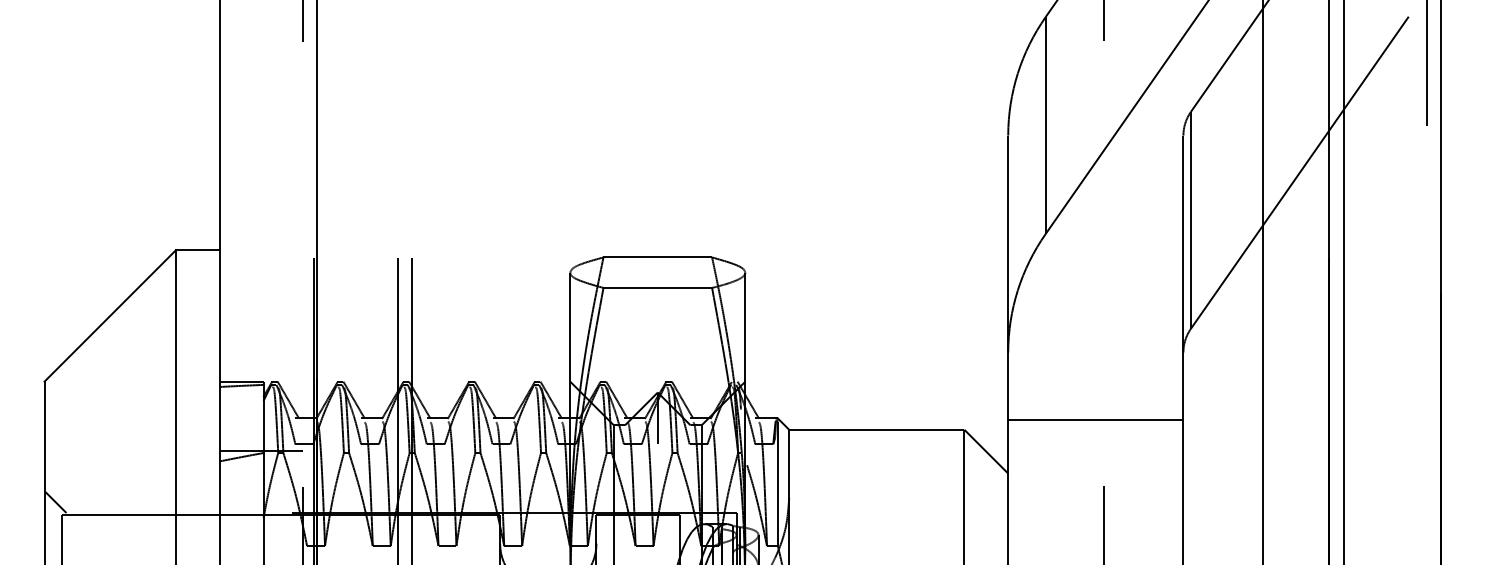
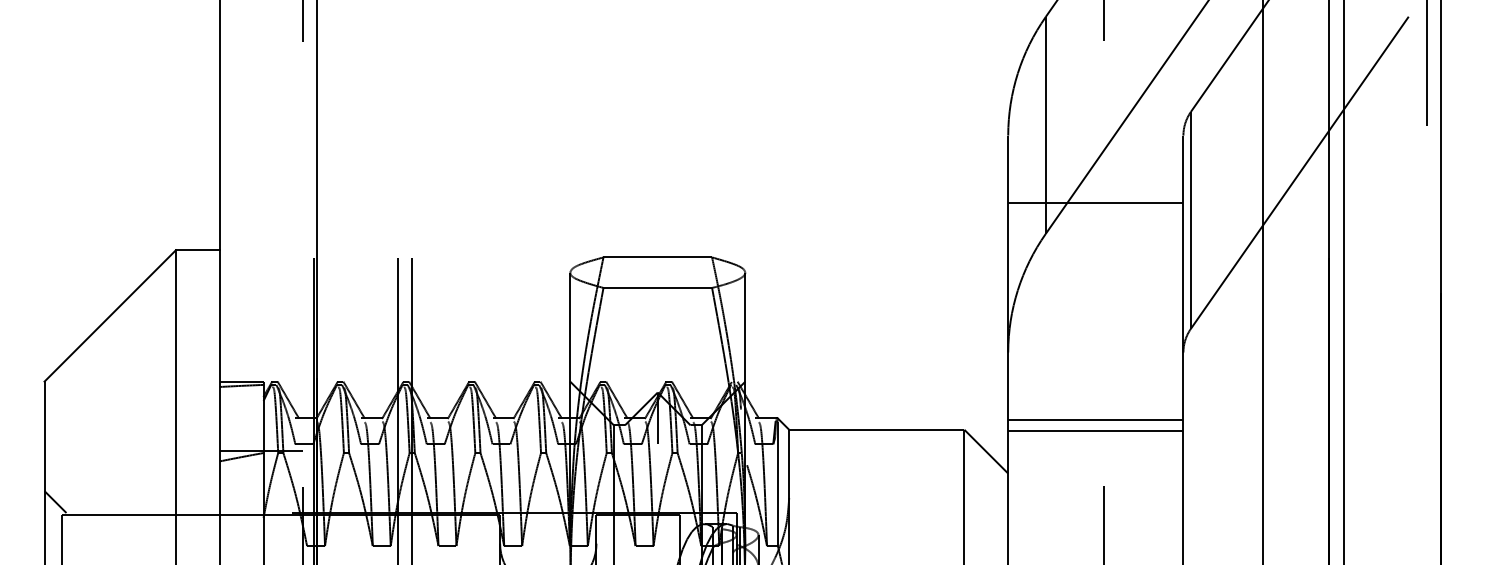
line at (1095, 202): none -> present
line at (1095, 430): none -> present
